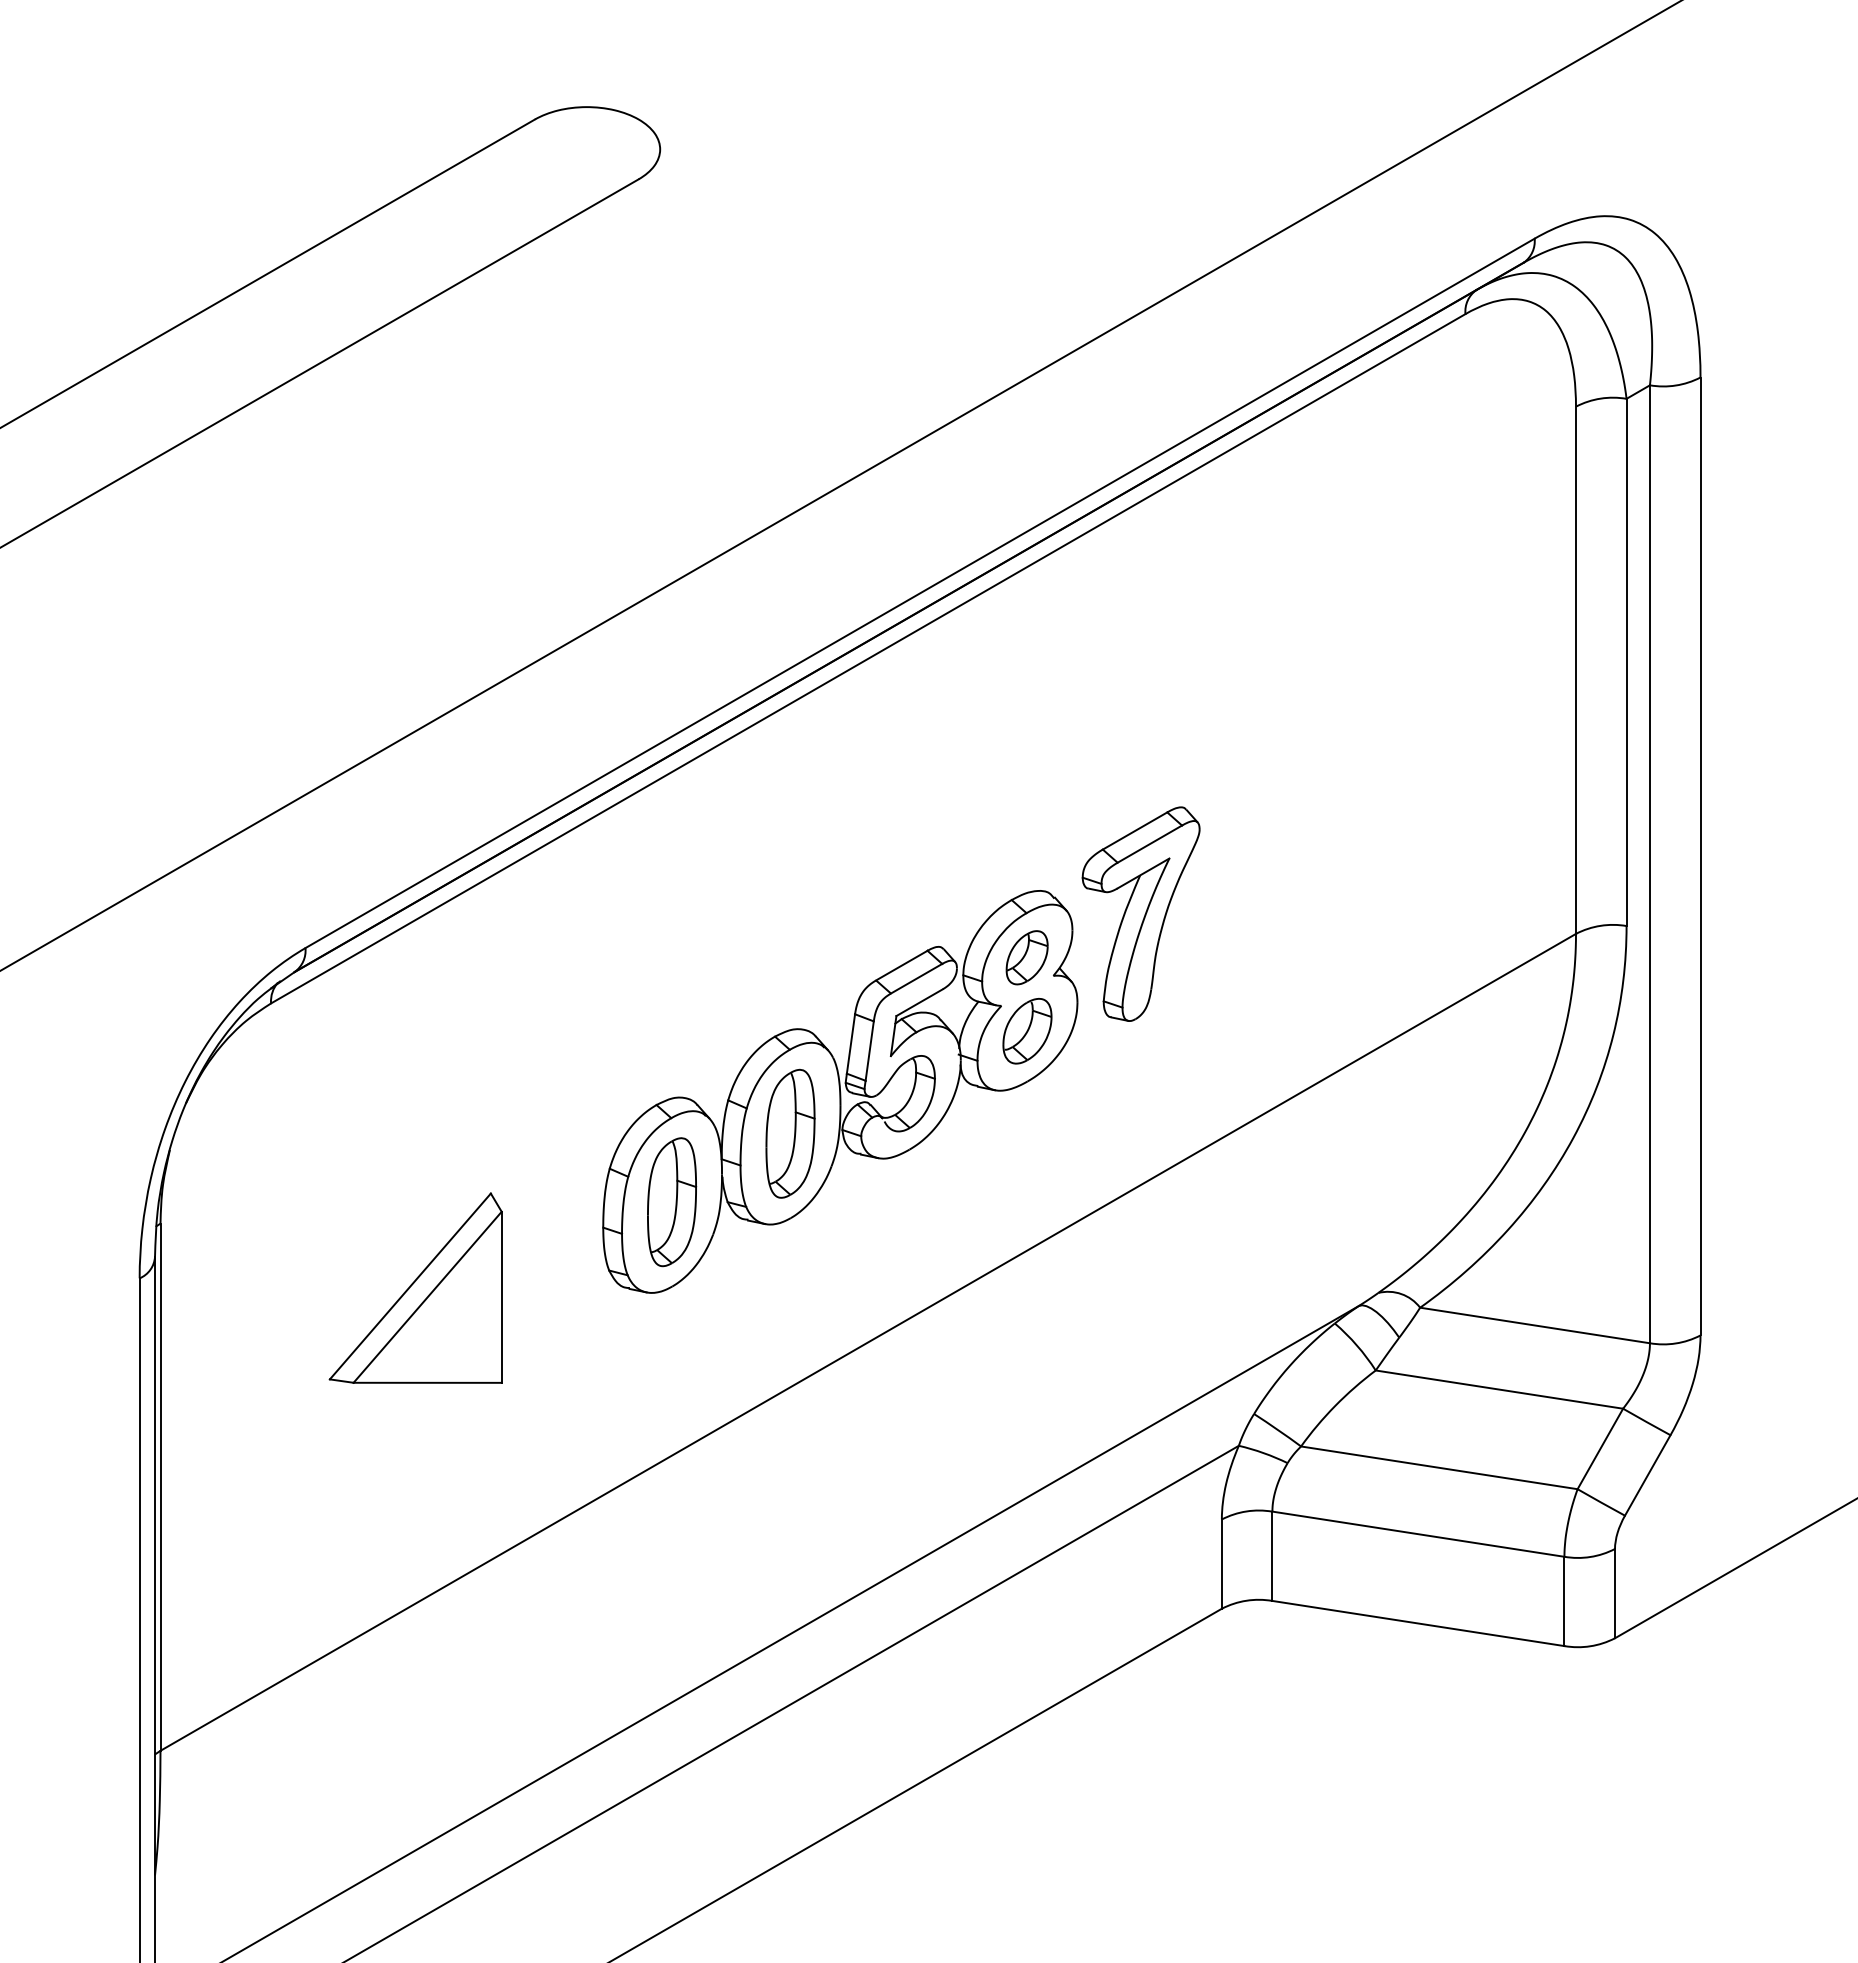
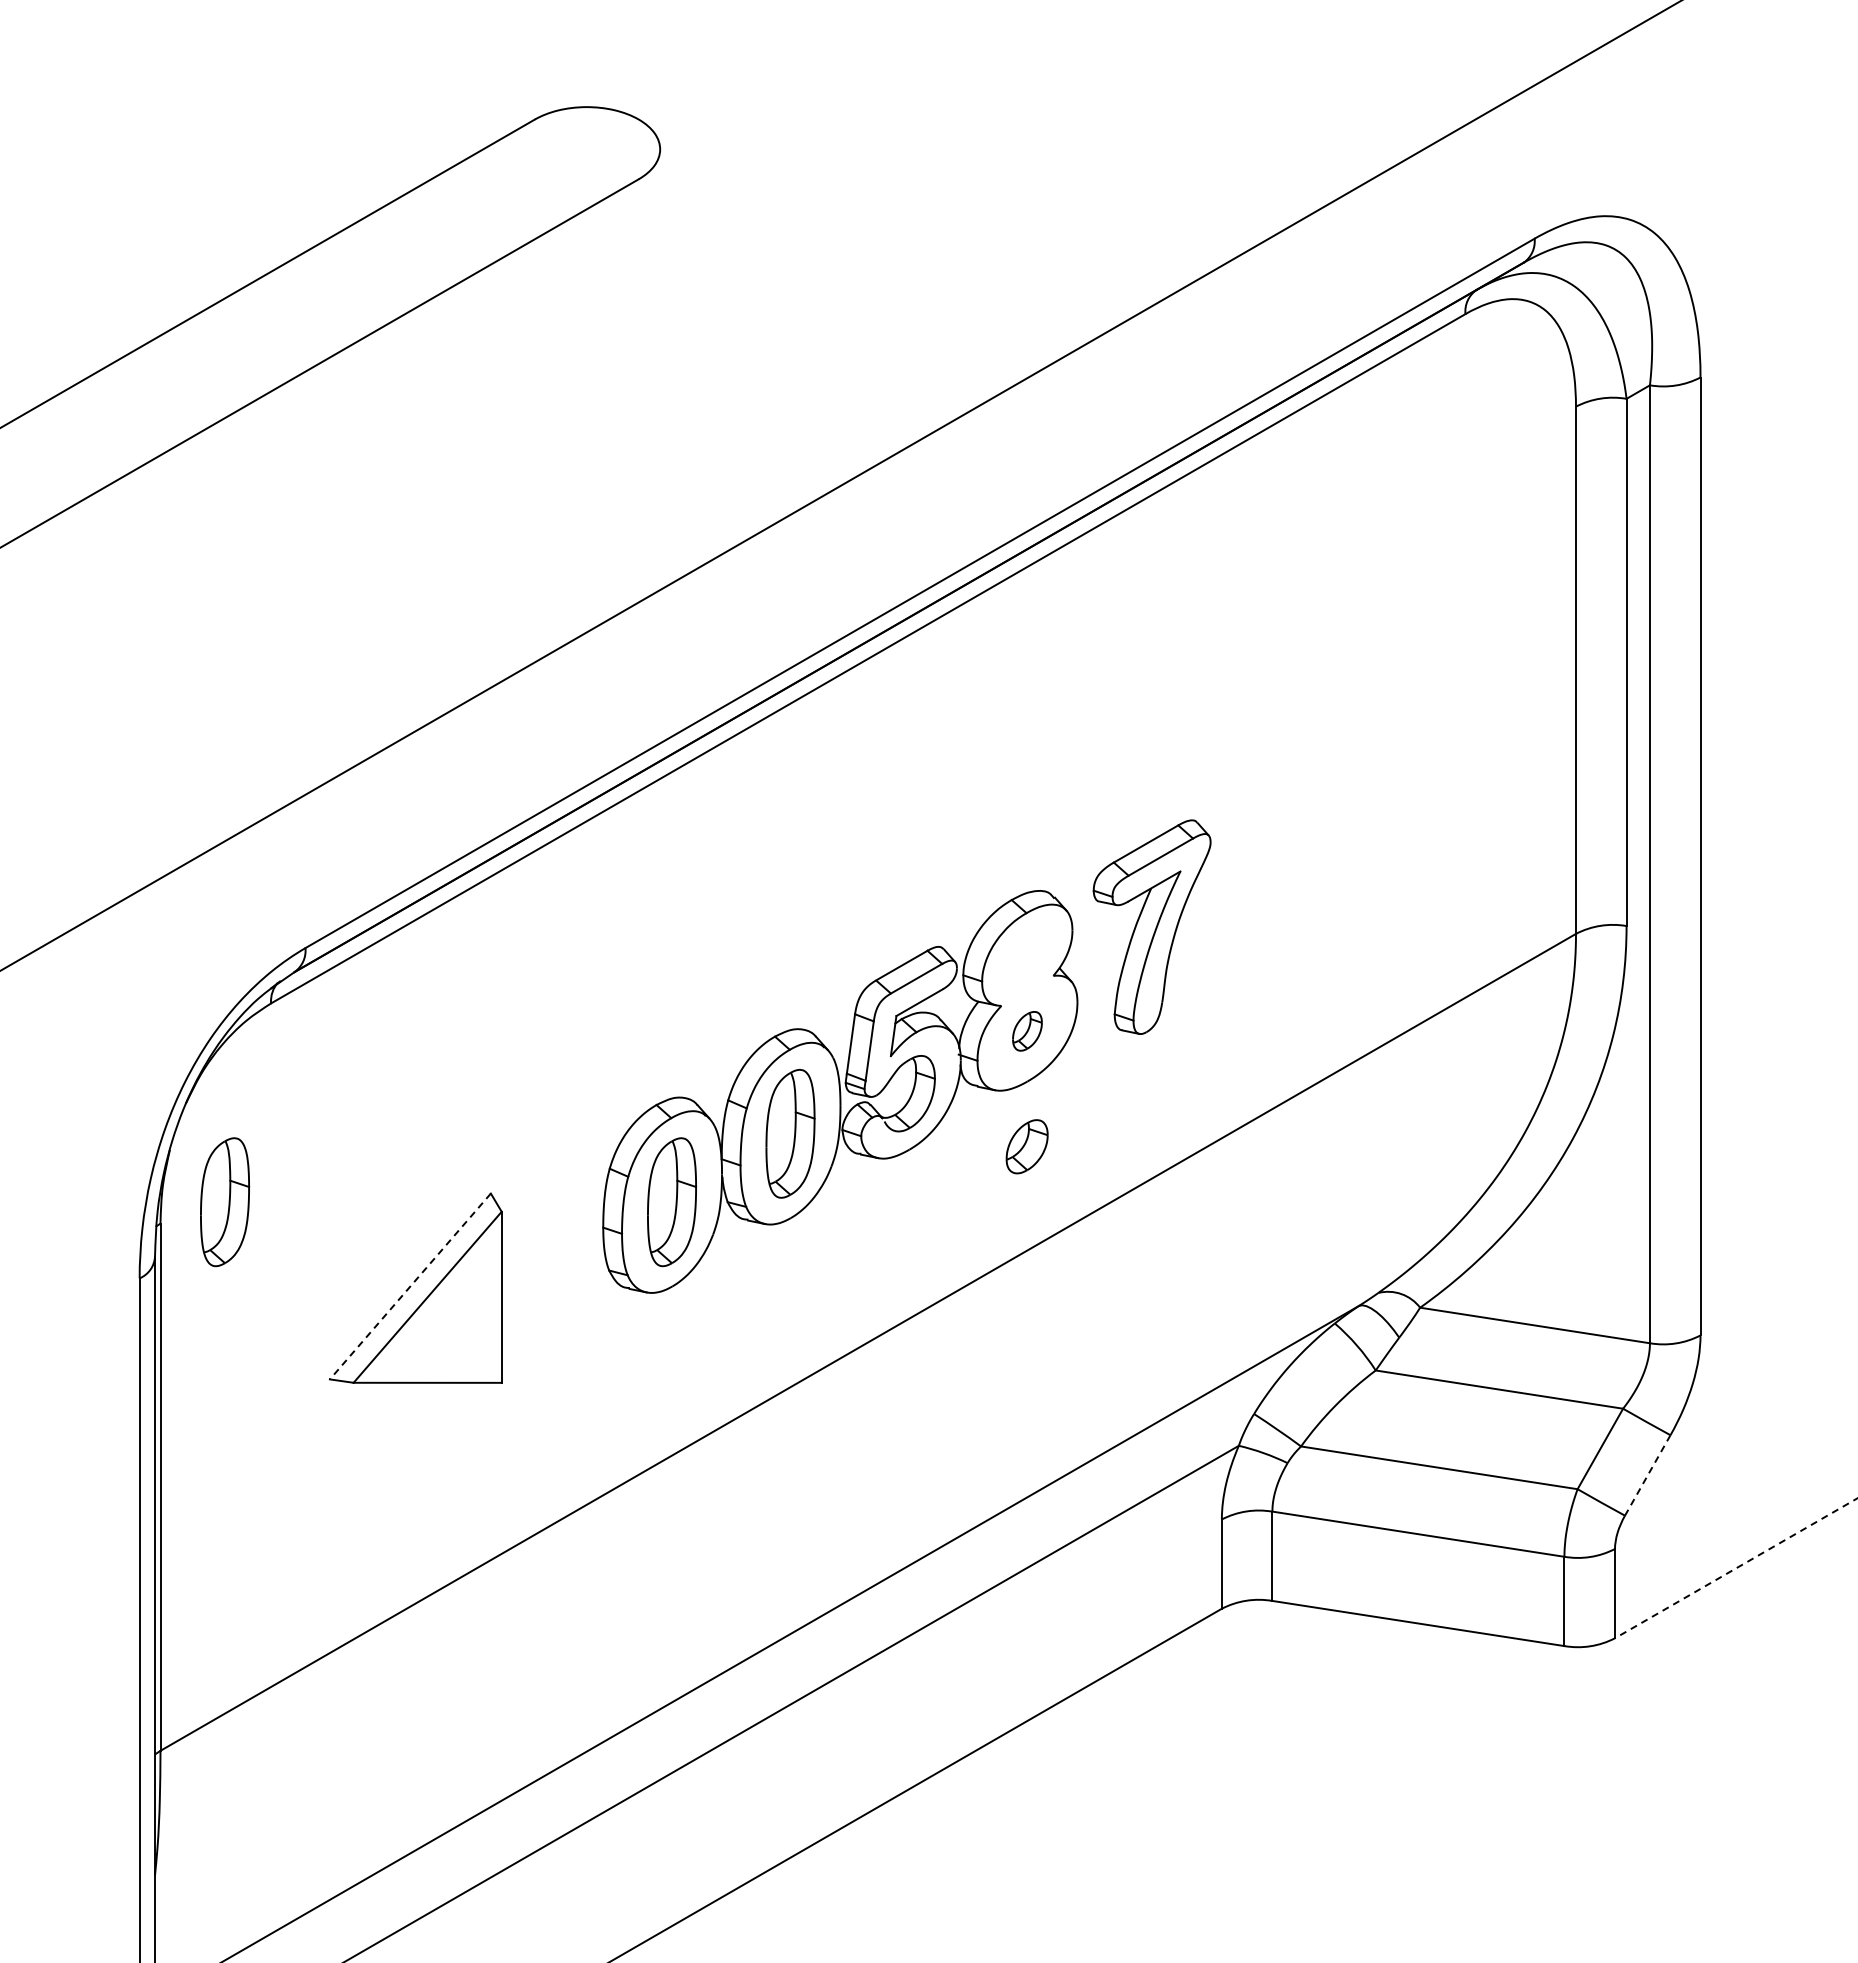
part at (1140, 913) position: (1140, 913) -> (1151, 926)
part at (1026, 957) position: (1026, 957) -> (1026, 1146)
part at (1027, 1031) size: 51x67 px -> 31x41 px
part at (225, 1202): none -> present
line at (410, 1286): solid -> dashed
line at (1647, 1475): solid -> dashed
line at (1736, 1568): solid -> dashed
